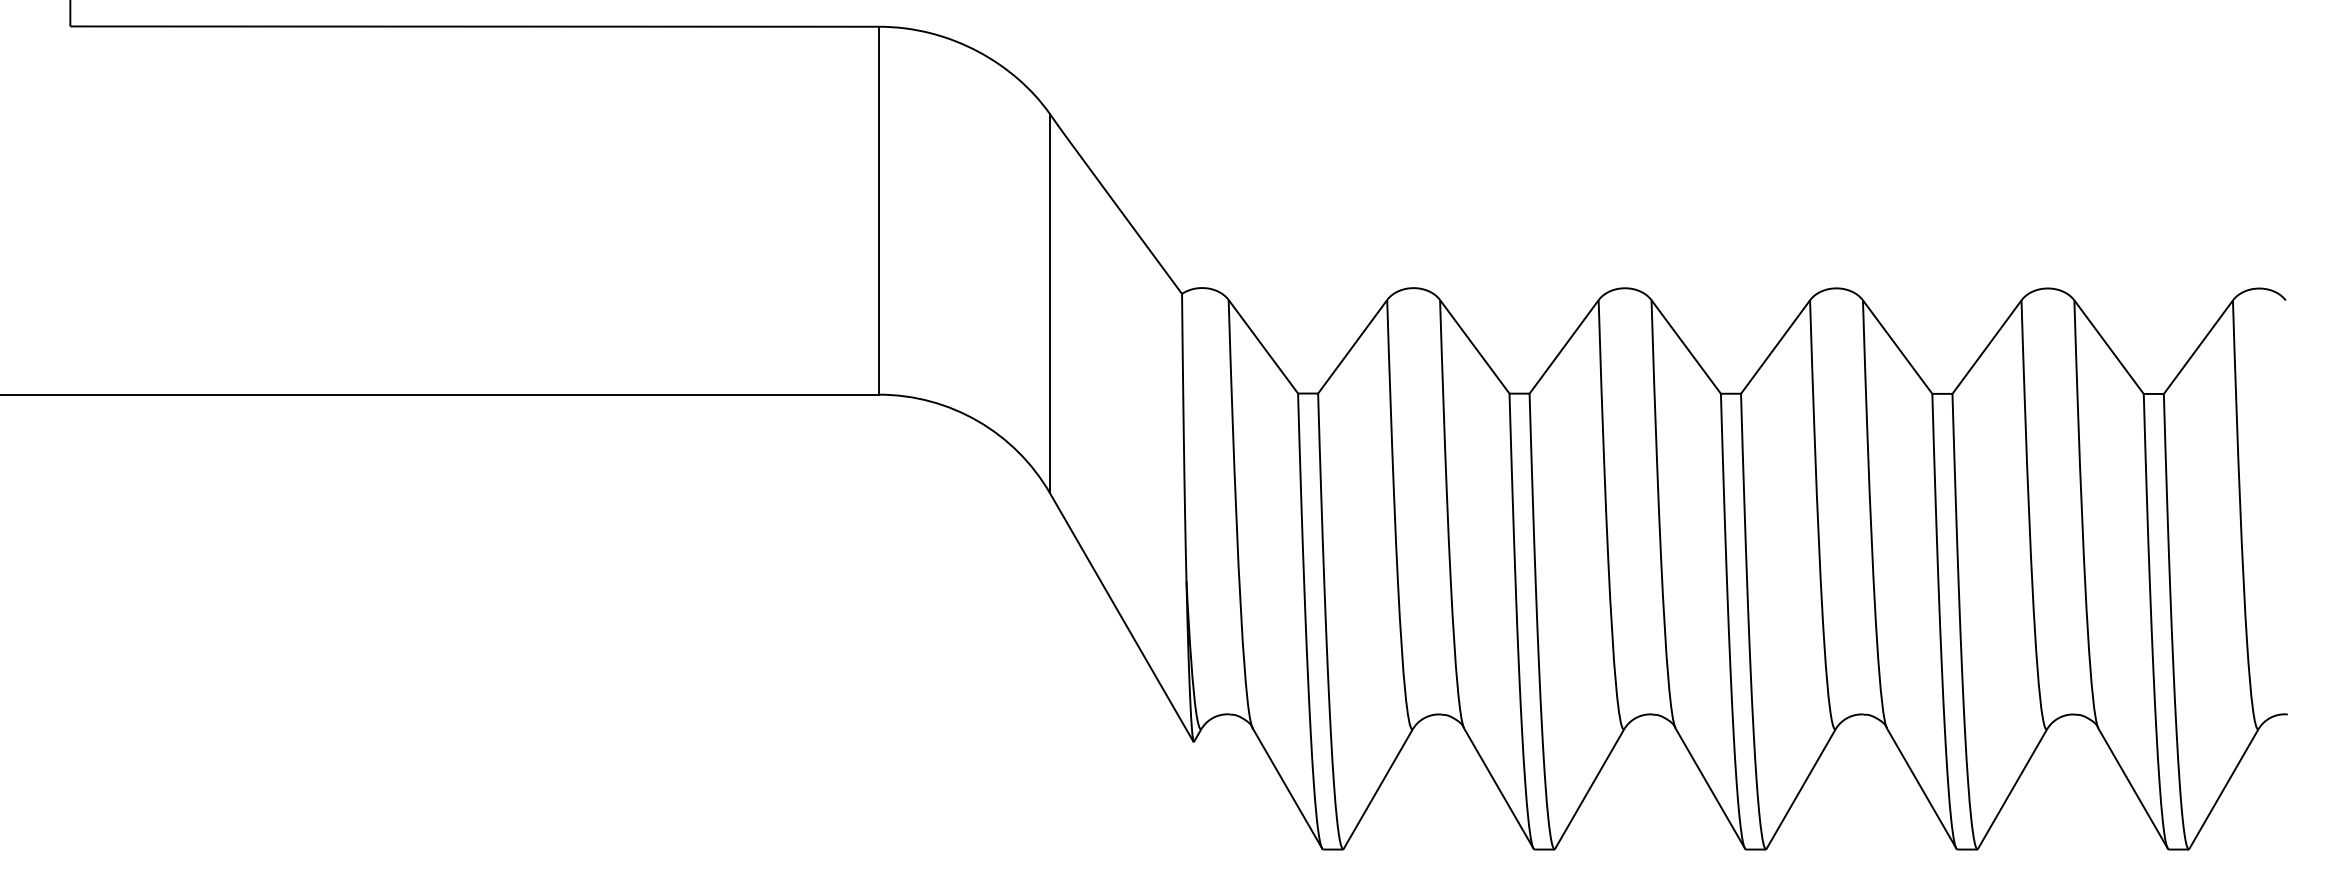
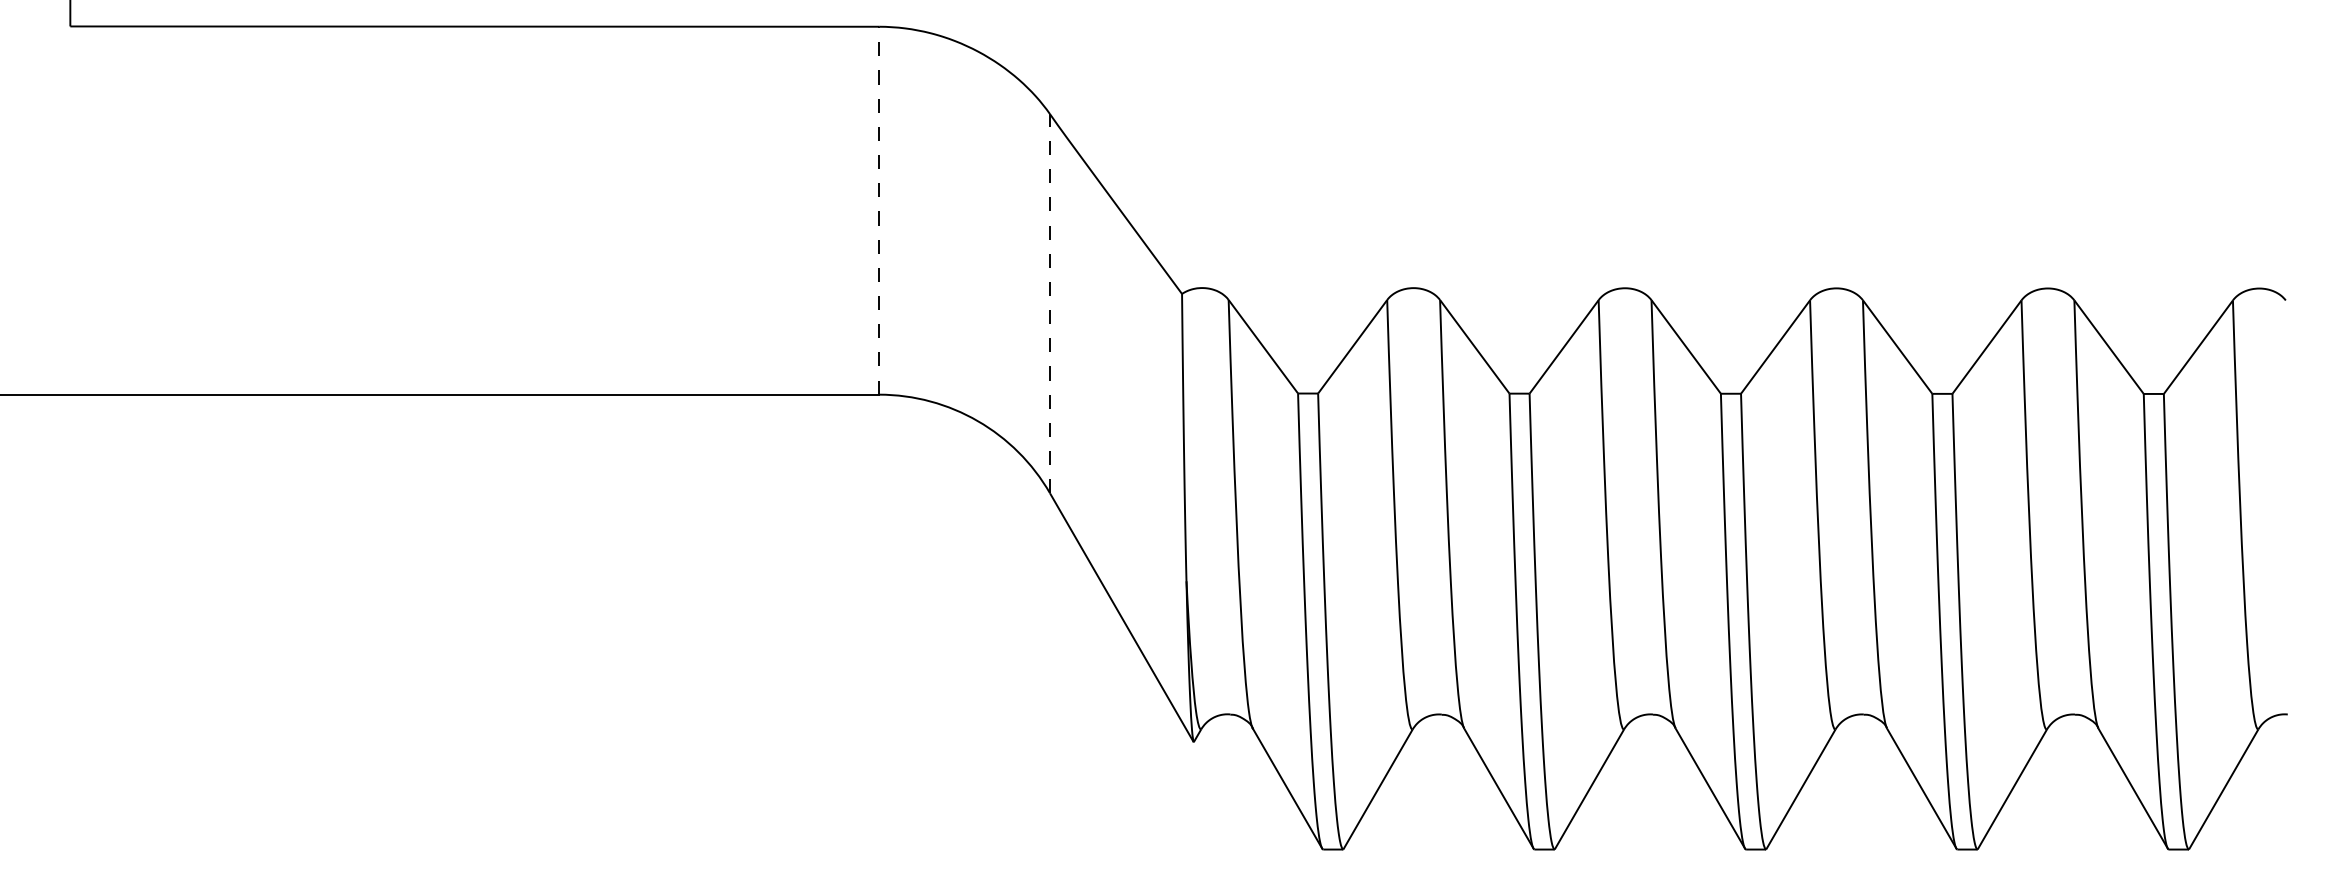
line at (879, 210): solid -> dashed
line at (1050, 303): solid -> dashed
